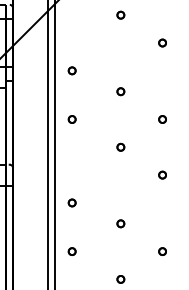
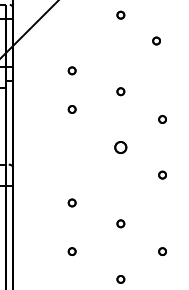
part at (162, 42) position: (162, 42) -> (156, 40)
part at (71, 119) position: (71, 119) -> (71, 109)
line at (47, 144): present -> none
line at (54, 144): present -> none
part at (120, 146) size: 10x10 px -> 14x13 px
